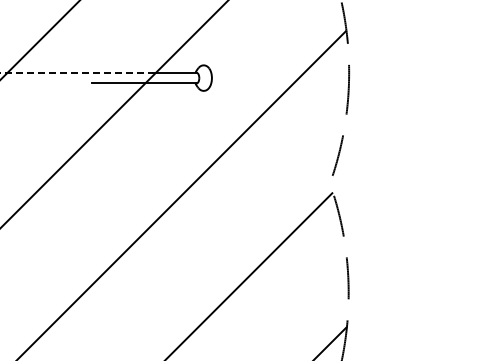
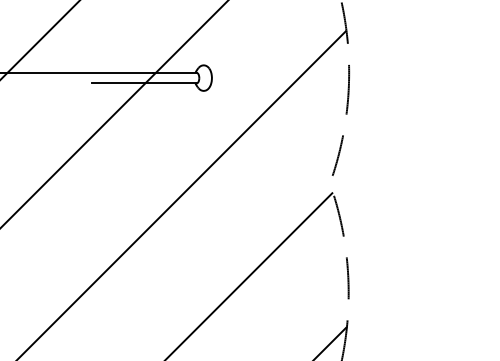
line at (77, 72): dashed -> solid
